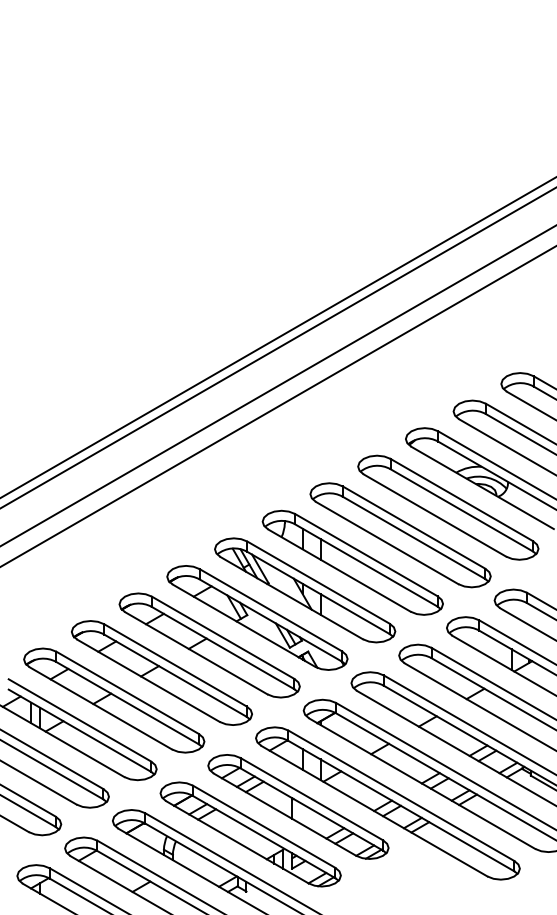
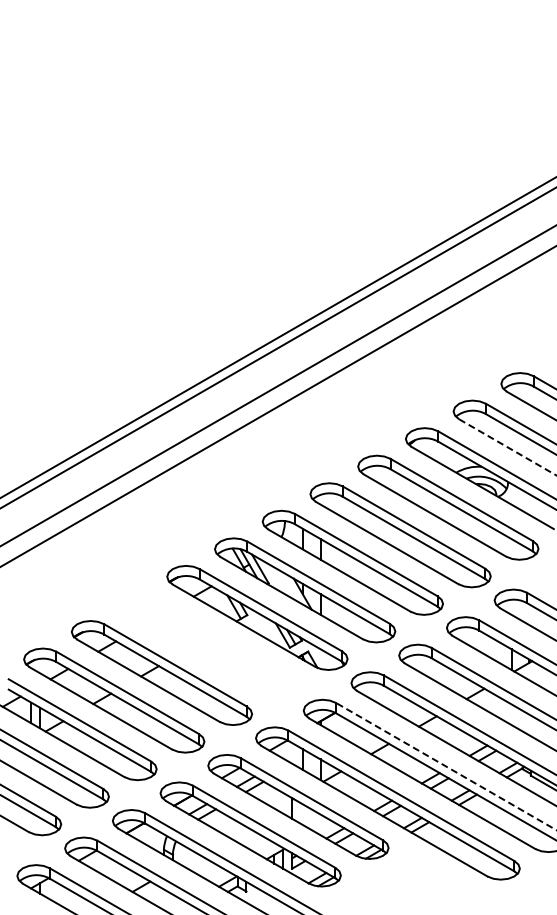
line at (508, 447): solid -> dashed
part at (209, 645): present -> none
line at (446, 766): solid -> dashed
